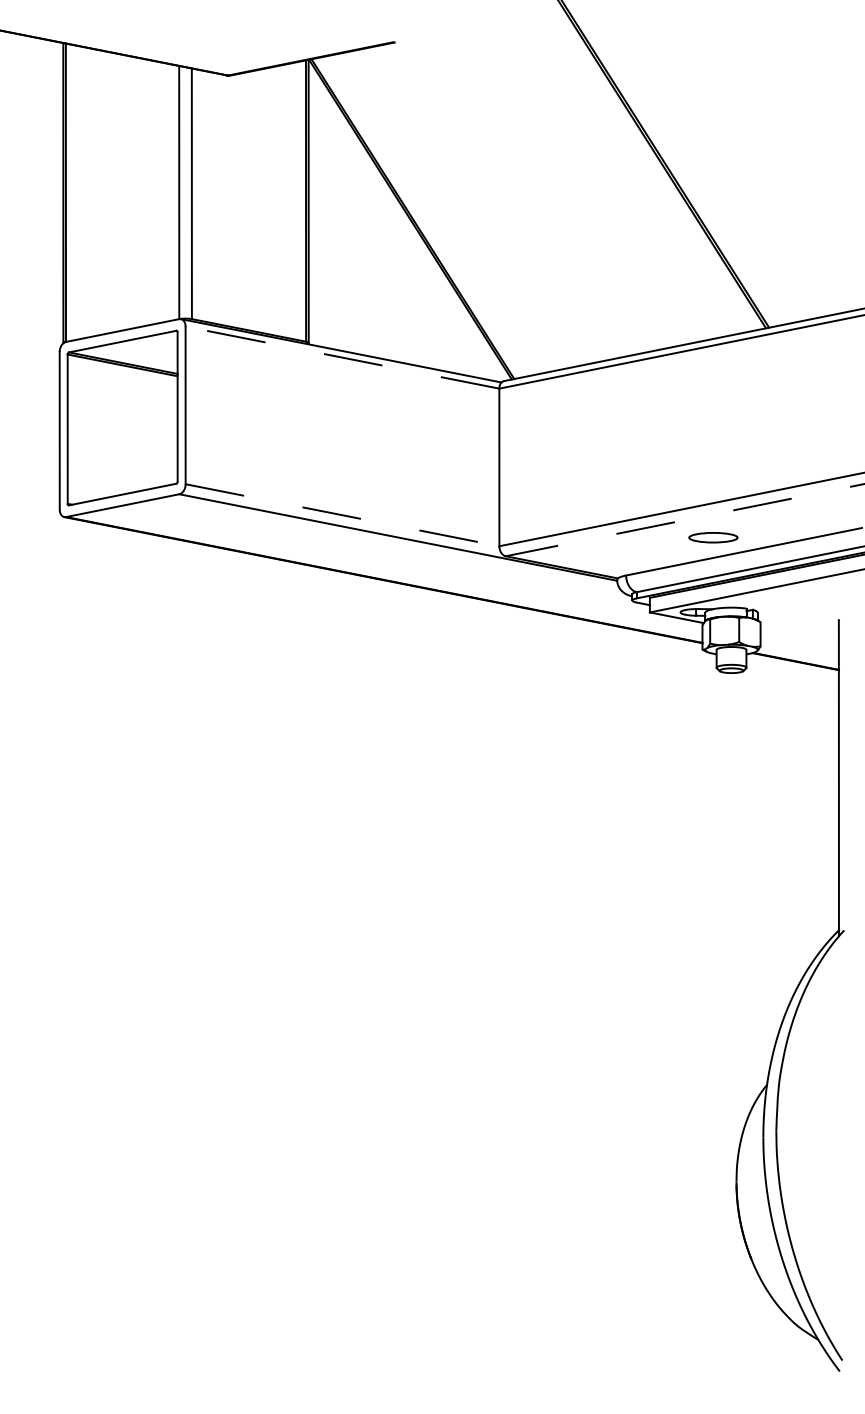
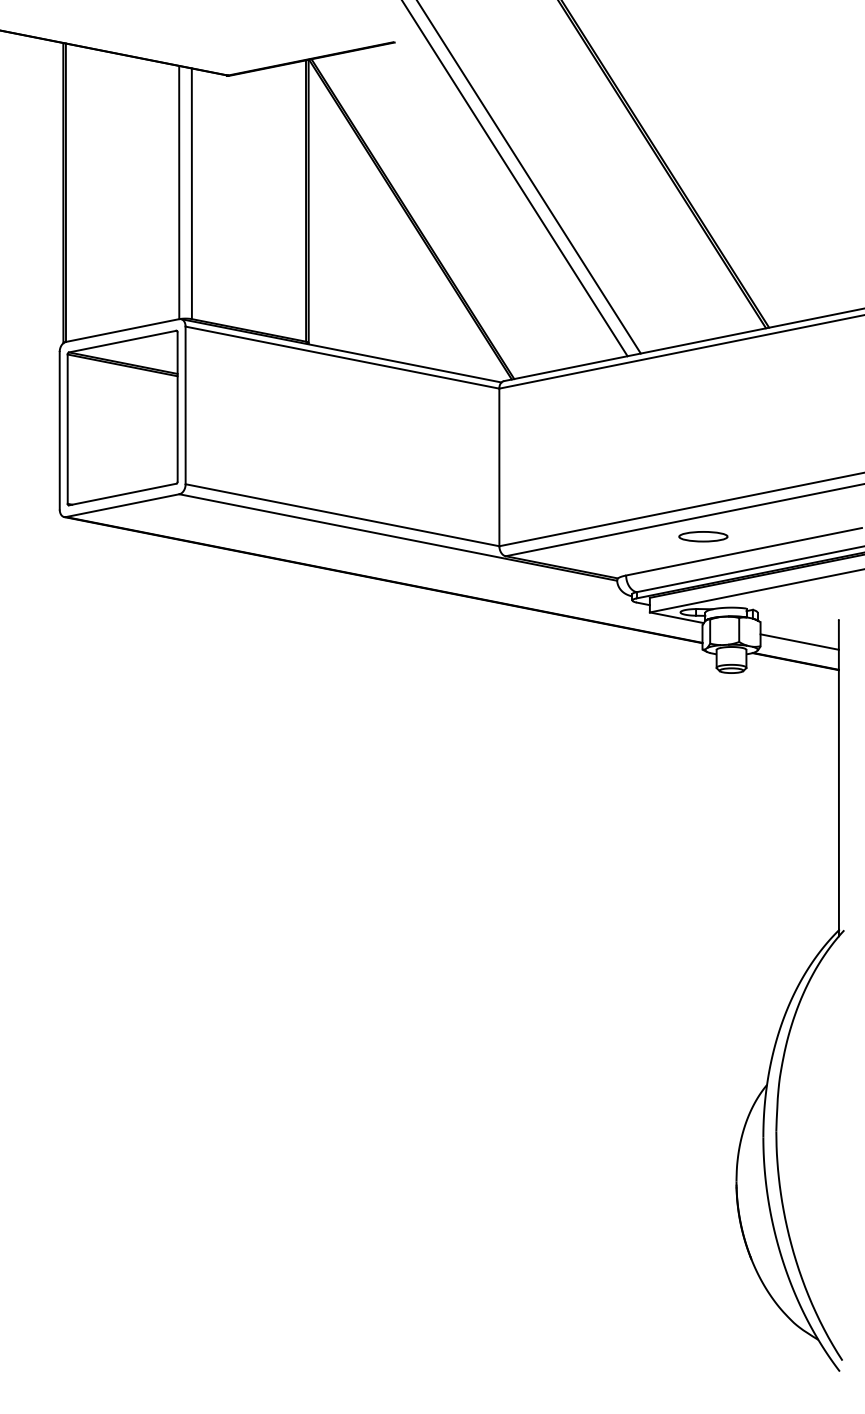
line at (529, 177): none -> present
line at (515, 179): none -> present
line at (342, 357): dashed -> solid
line at (342, 515): dashed -> solid
line at (685, 520): dashed -> solid
part at (713, 537) position: (713, 537) -> (703, 536)
line at (799, 641): none -> present
